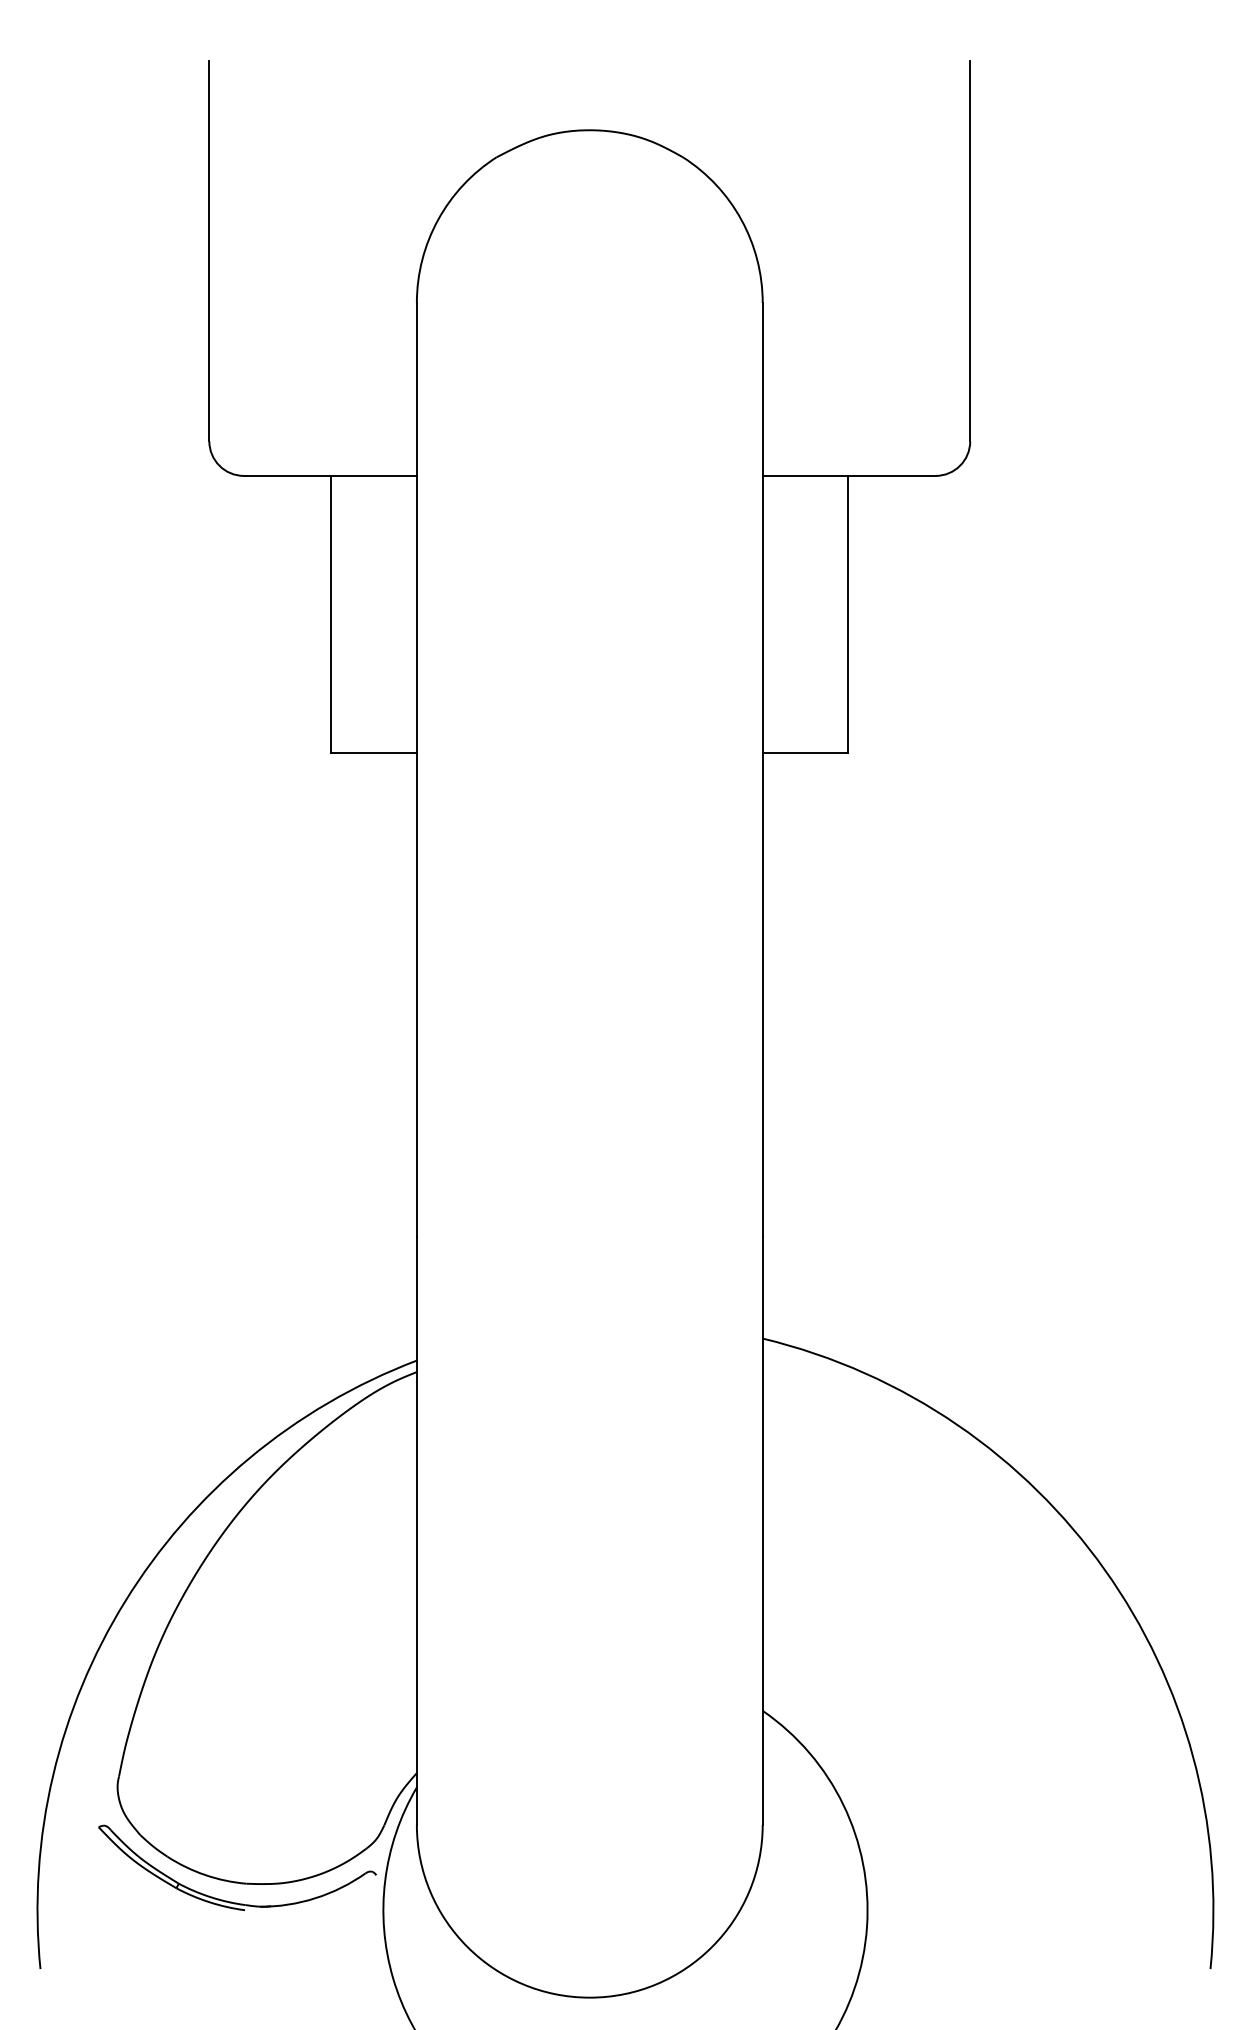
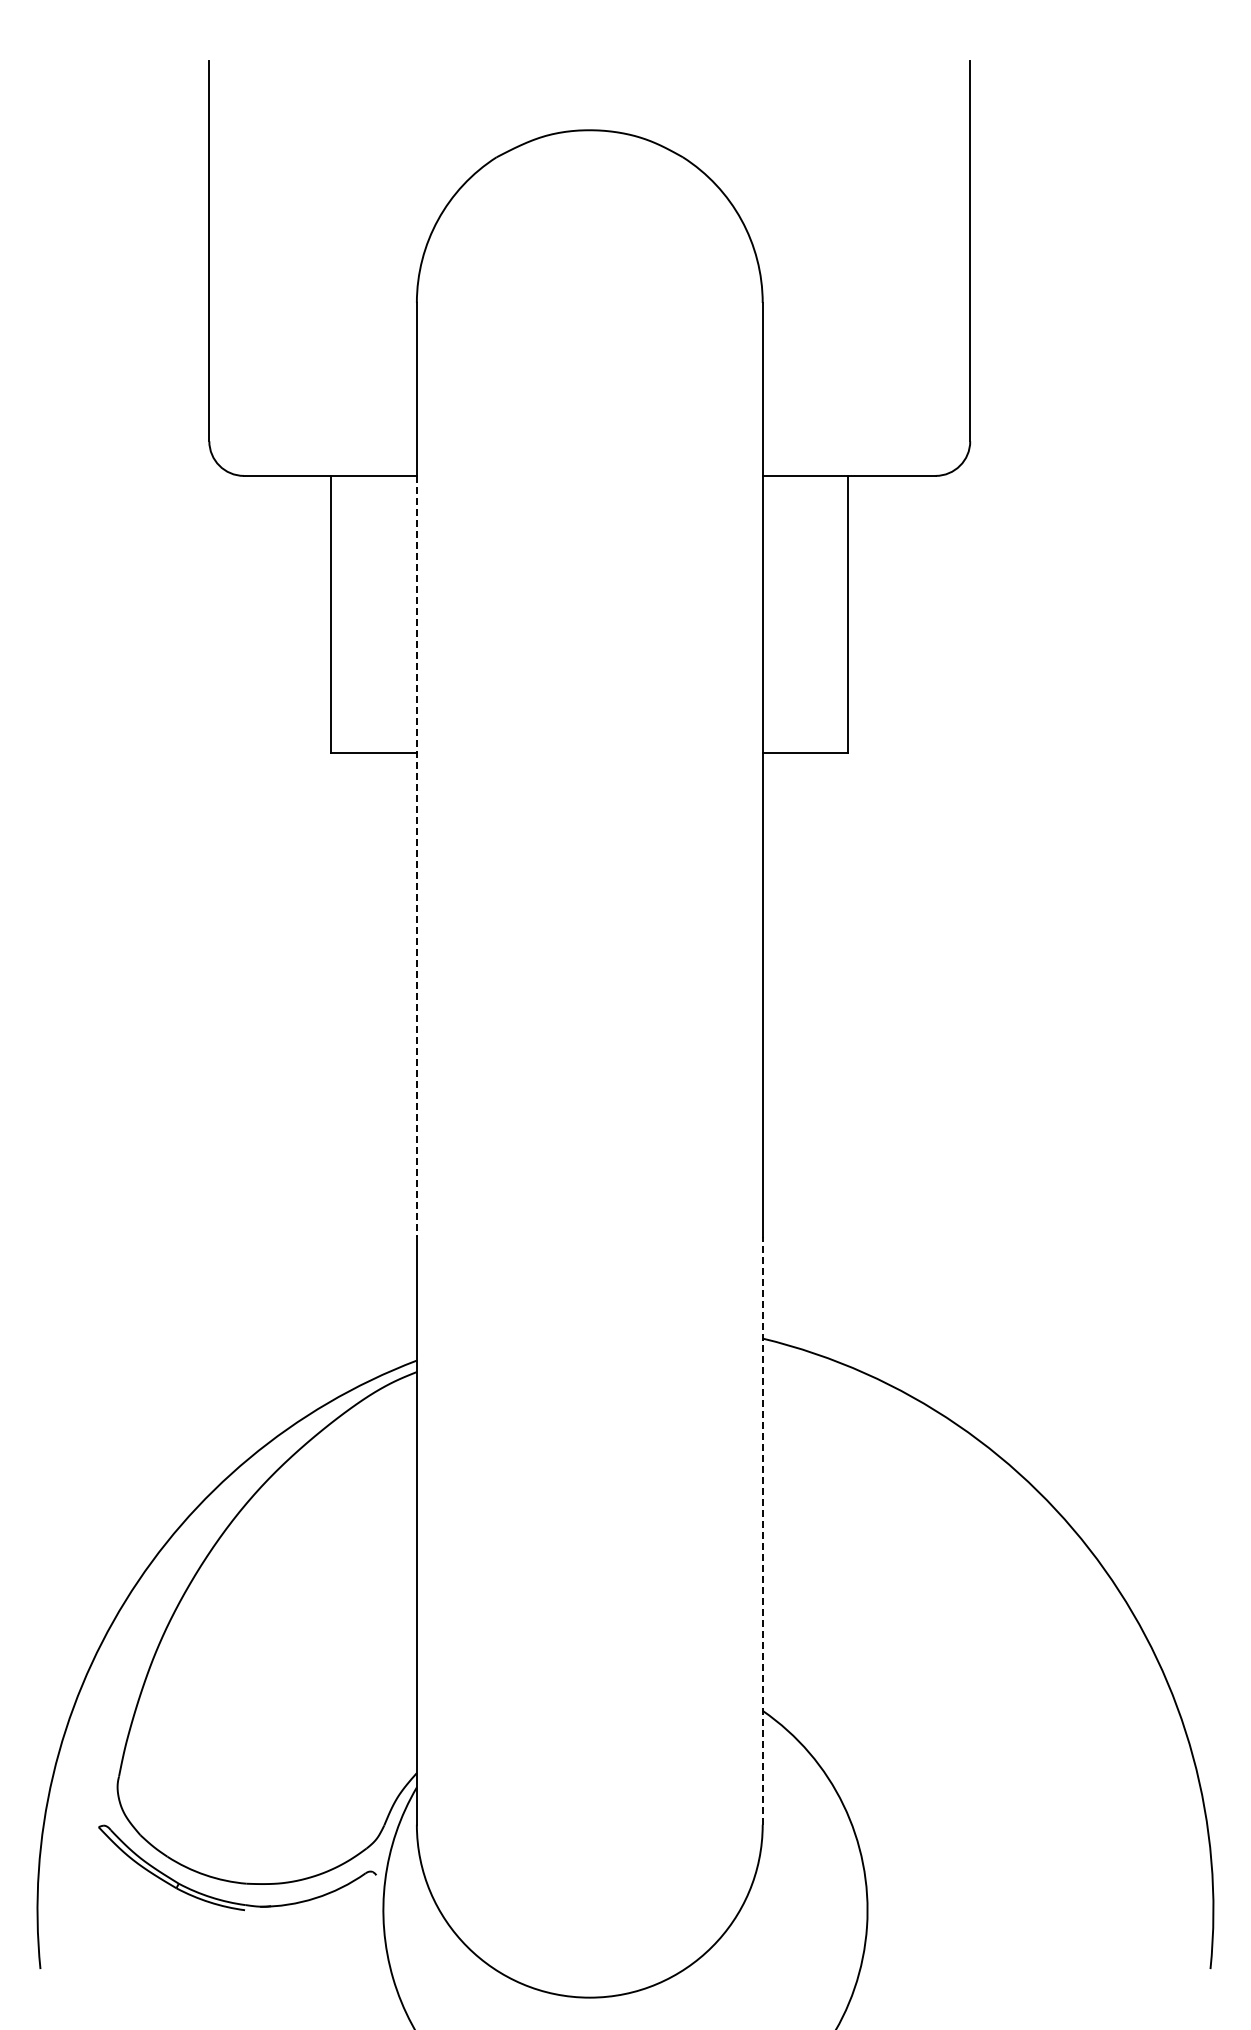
line at (416, 856): solid -> dashed
line at (762, 1530): solid -> dashed
